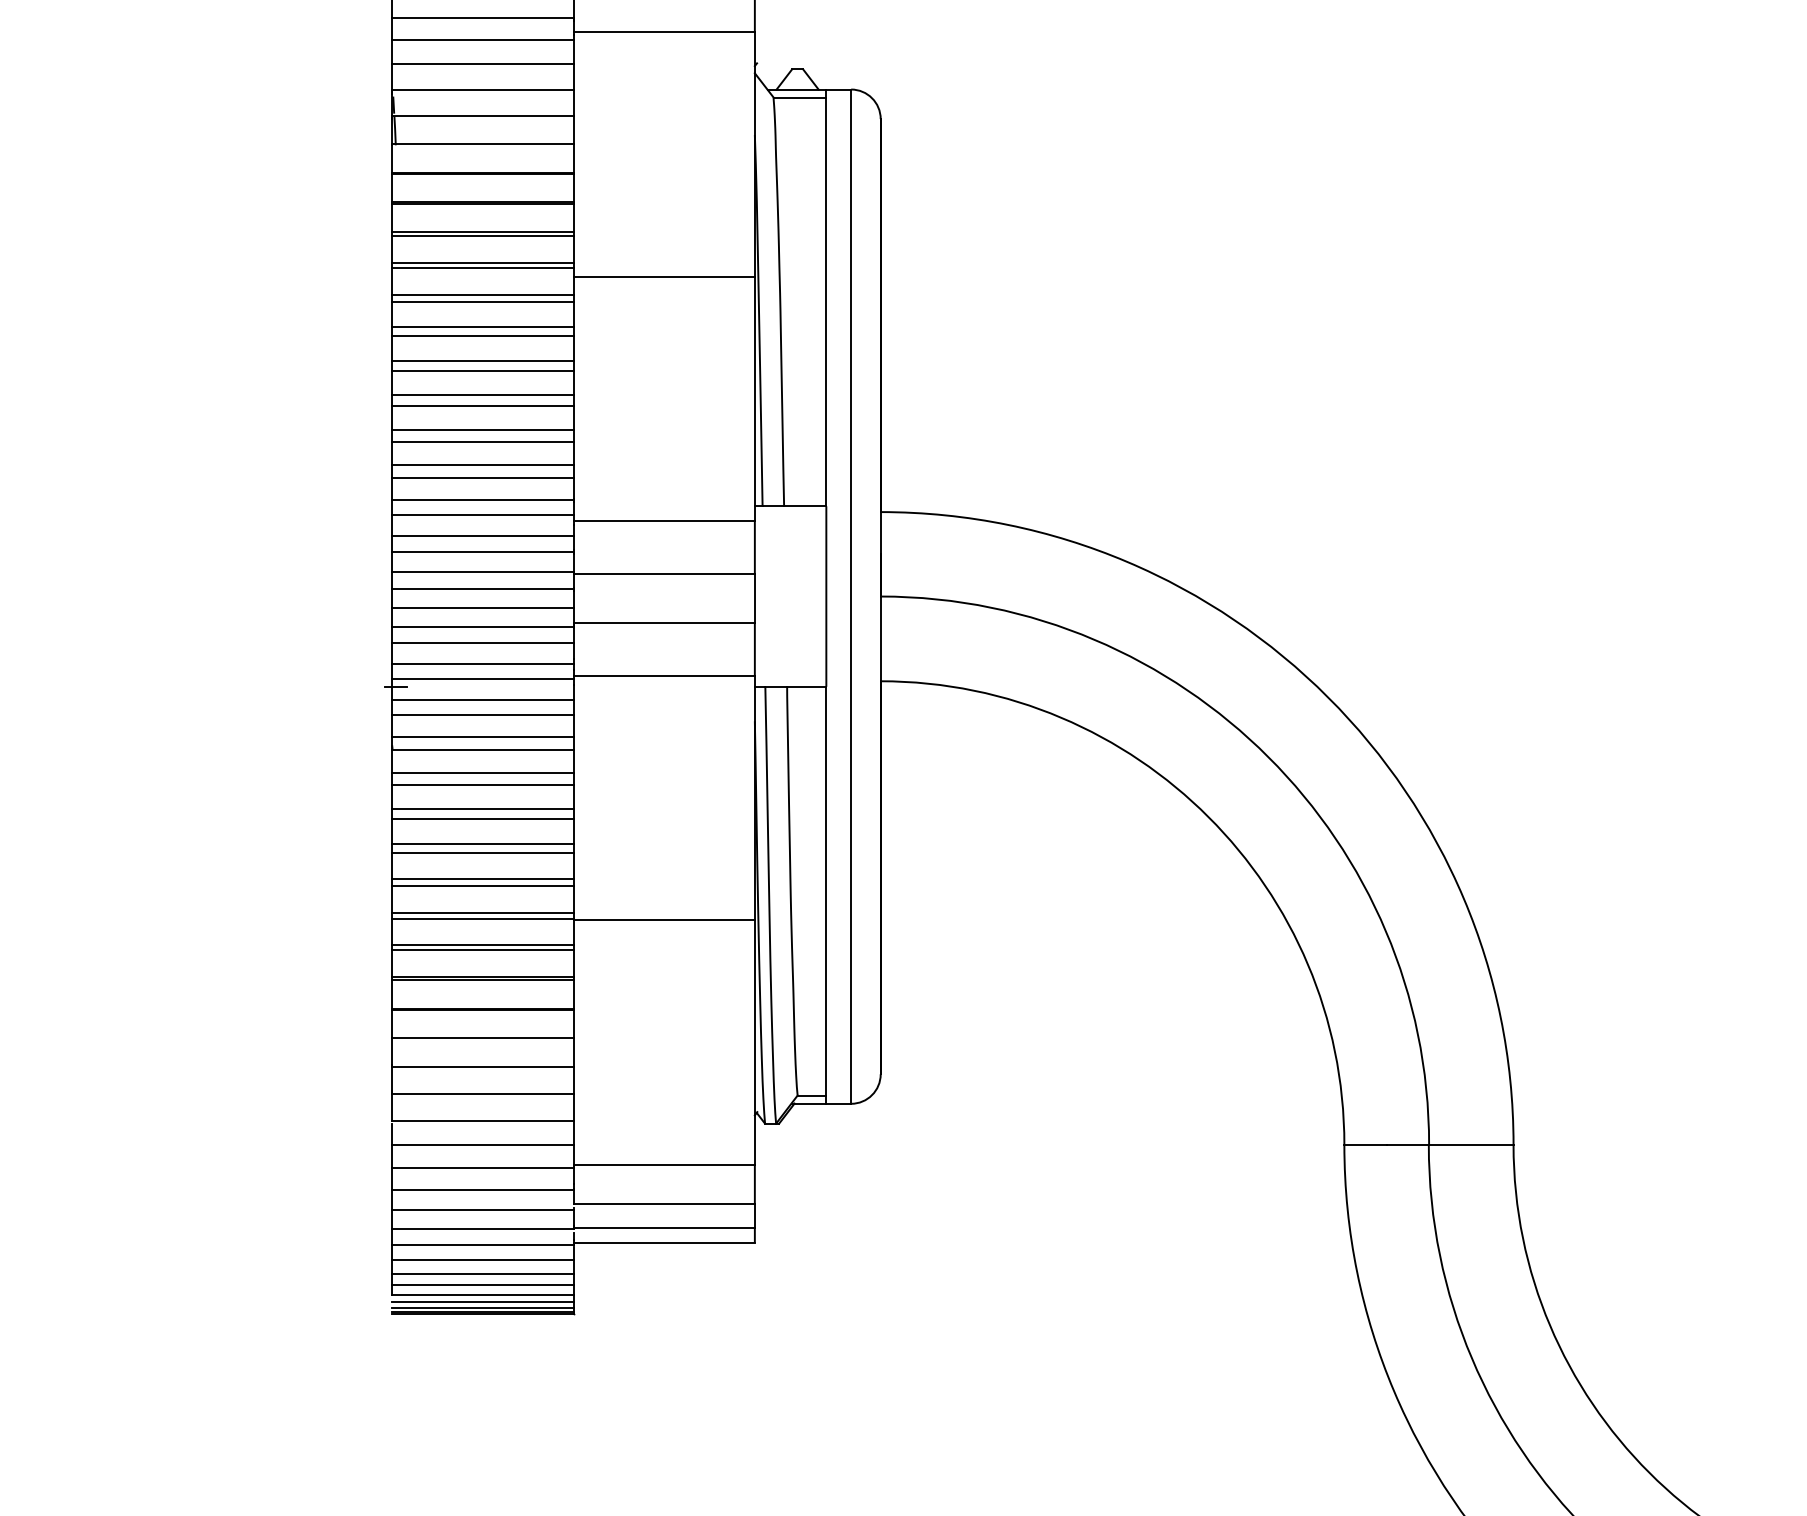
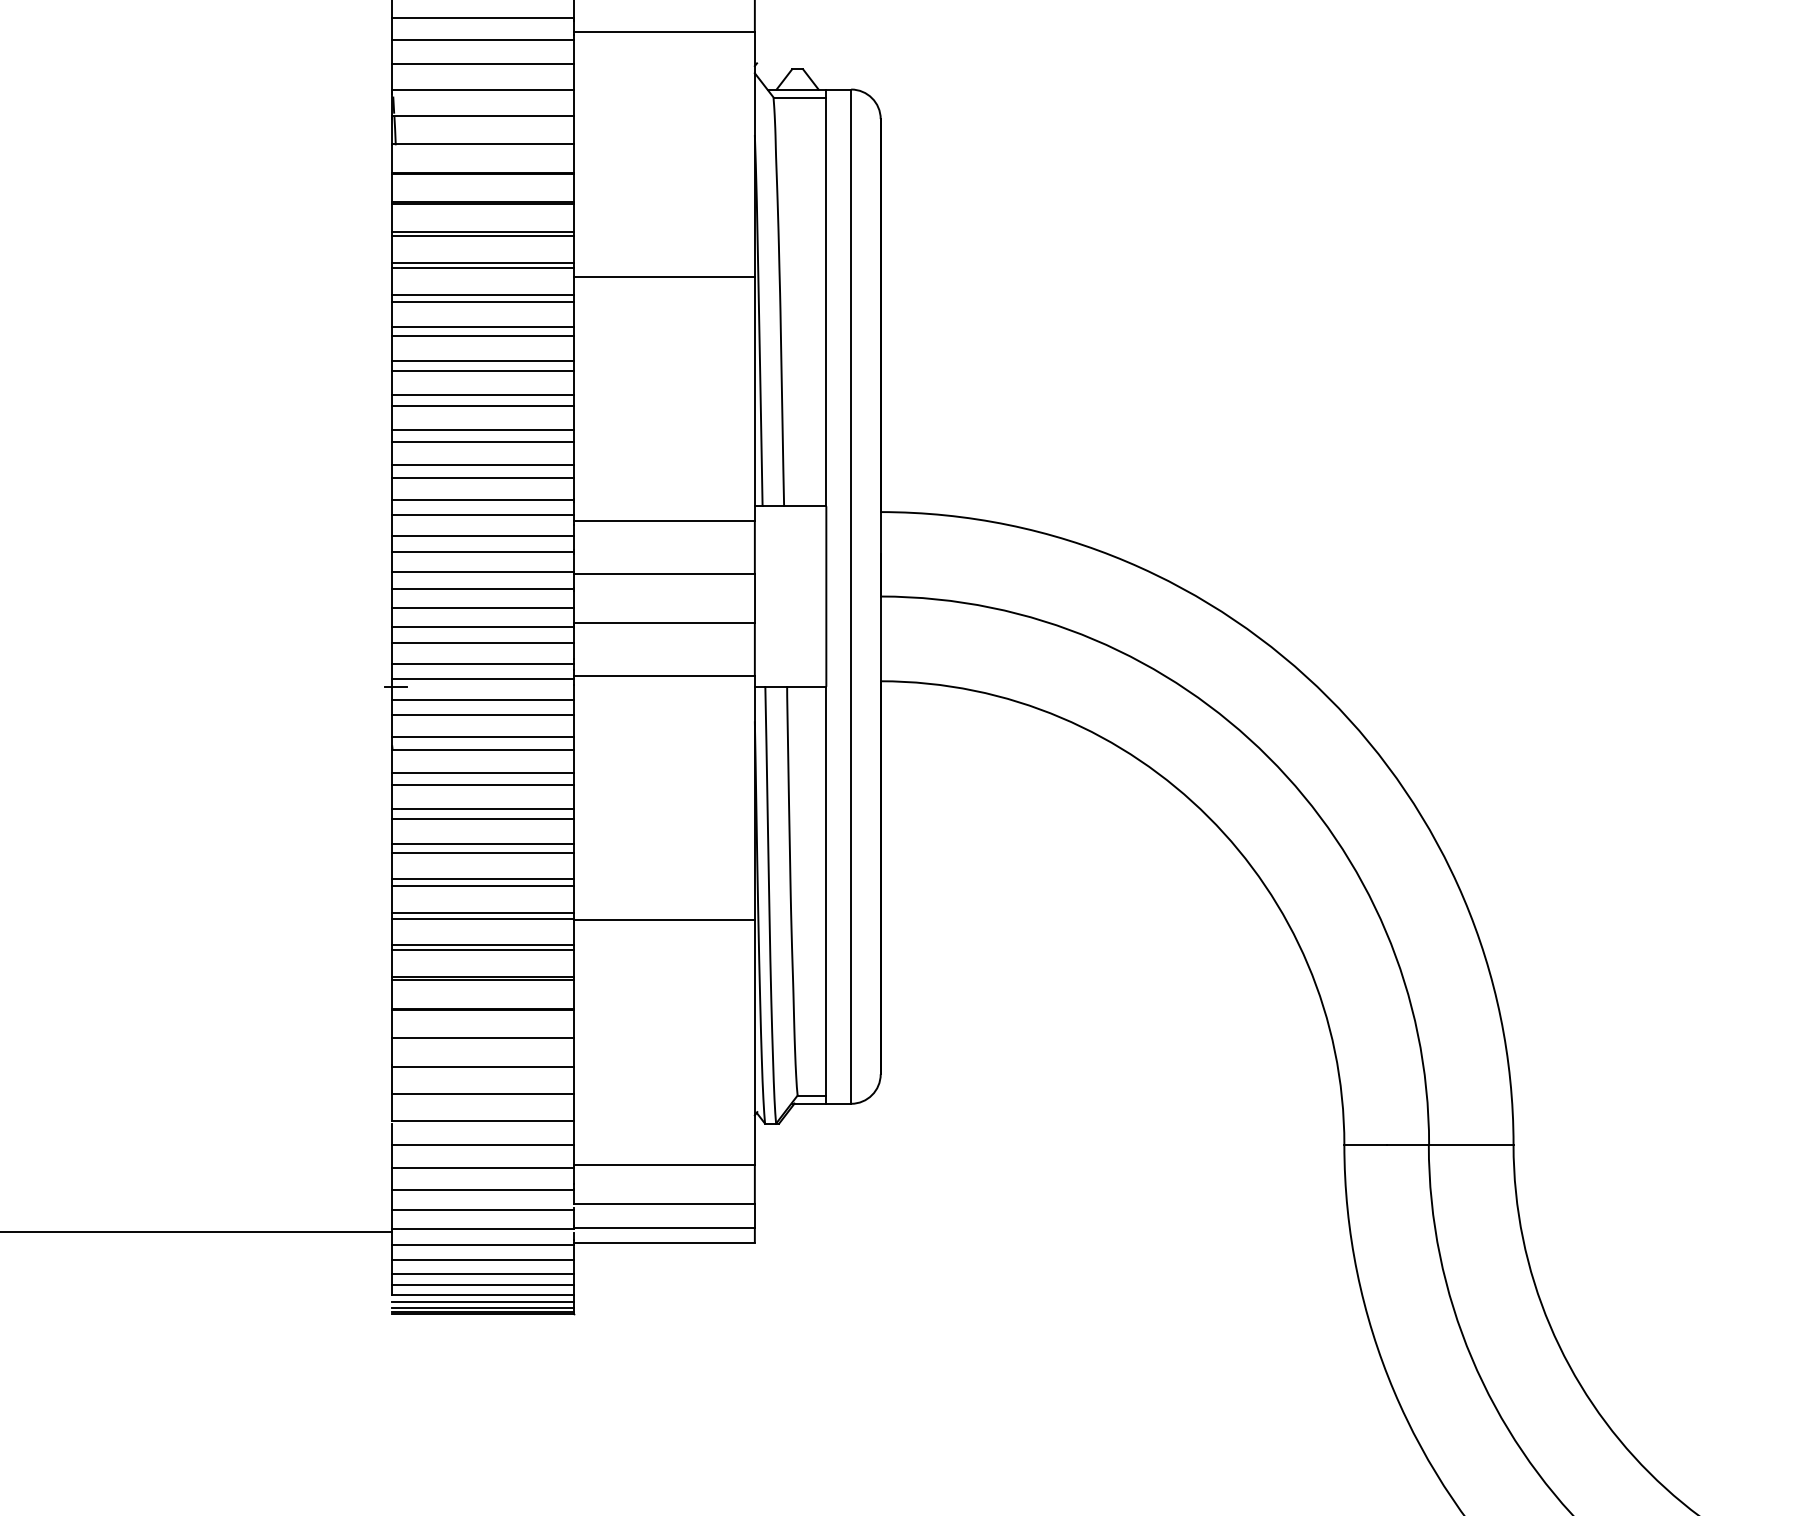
line at (197, 1231): none -> present
